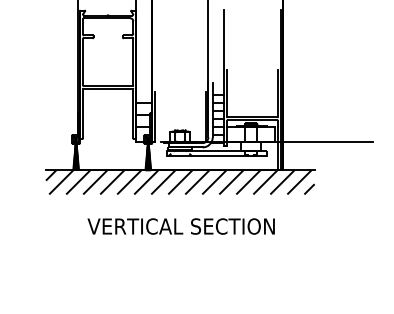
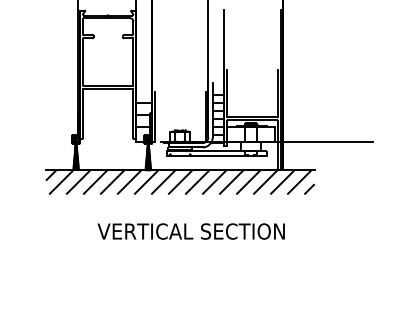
text at (180, 226) position: (180, 226) -> (190, 231)
